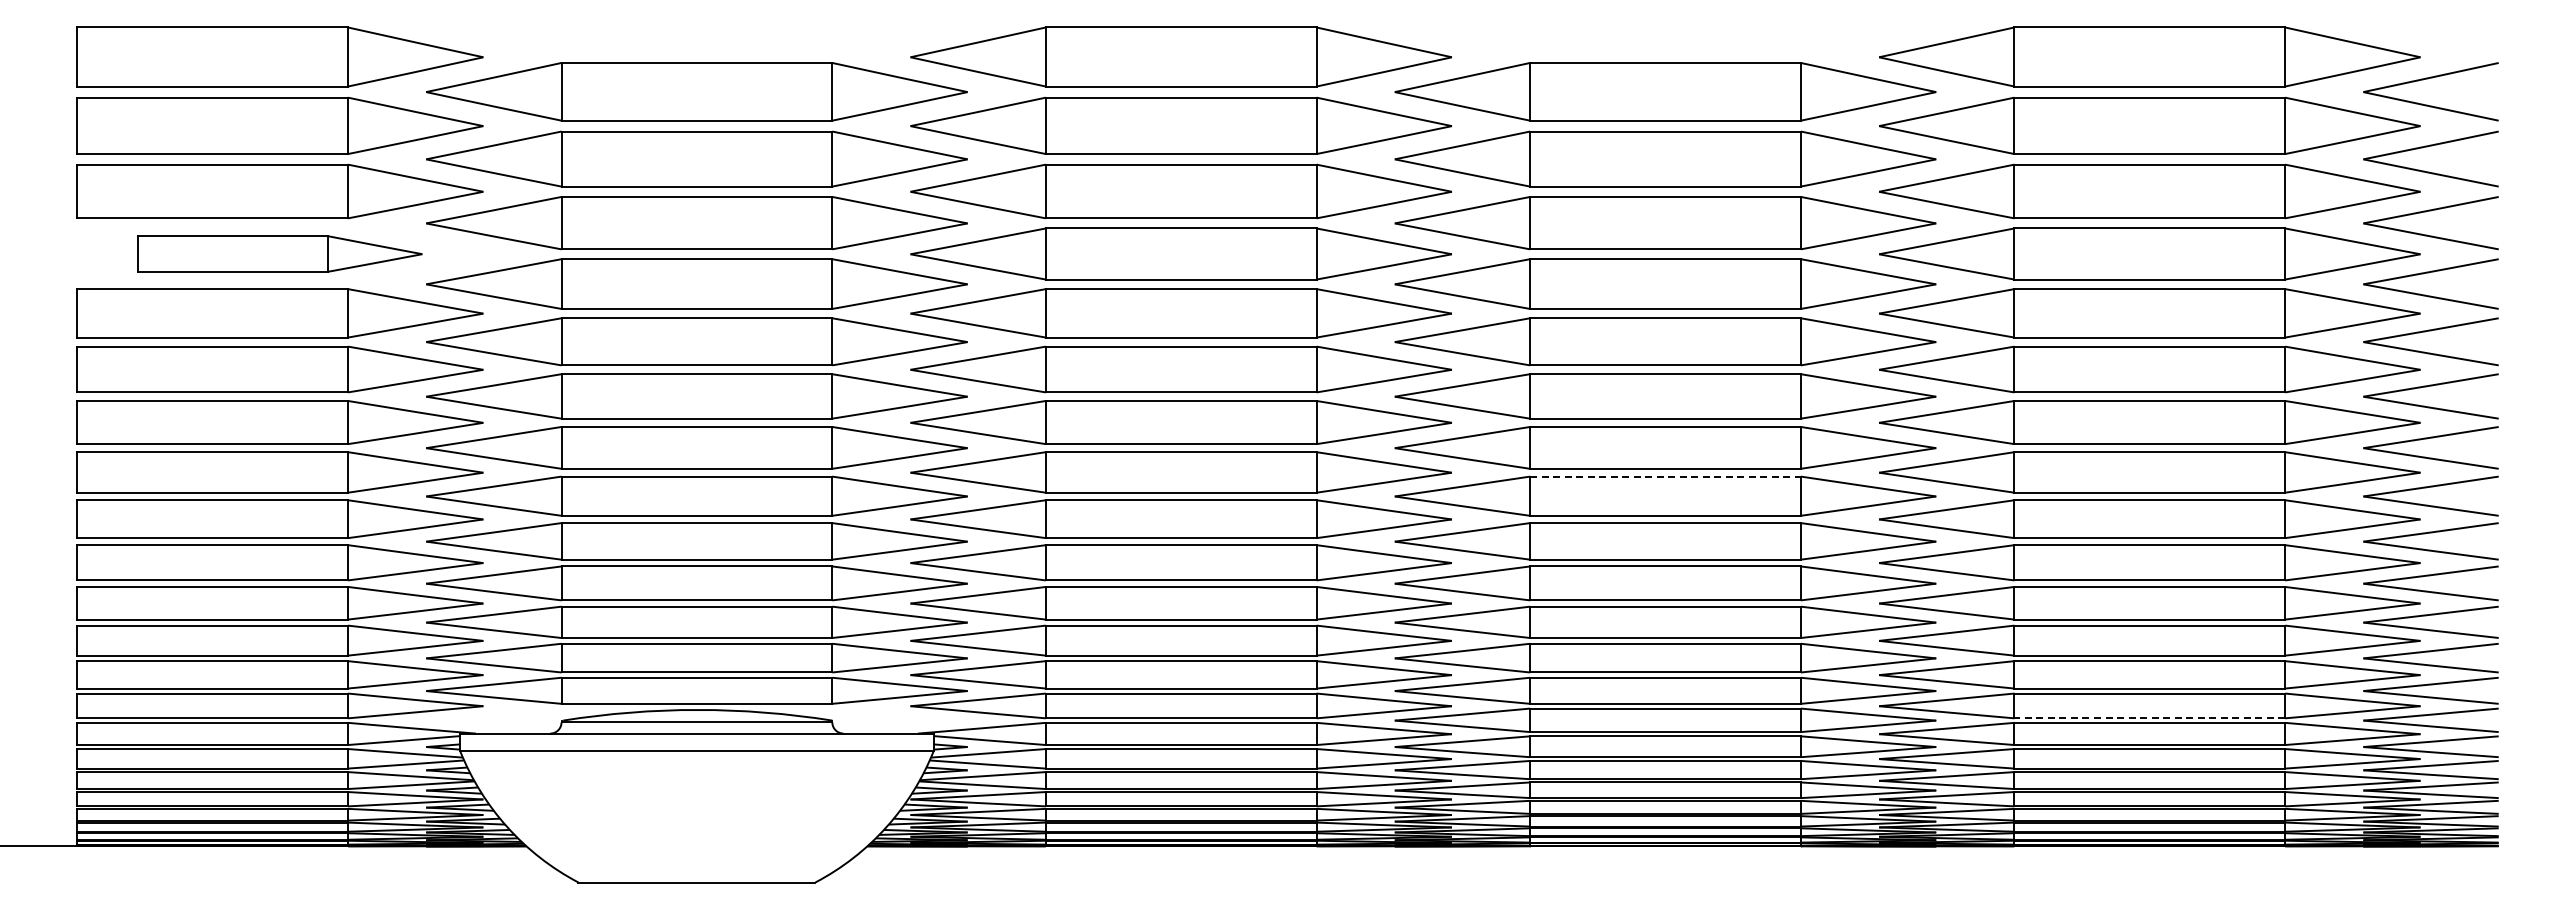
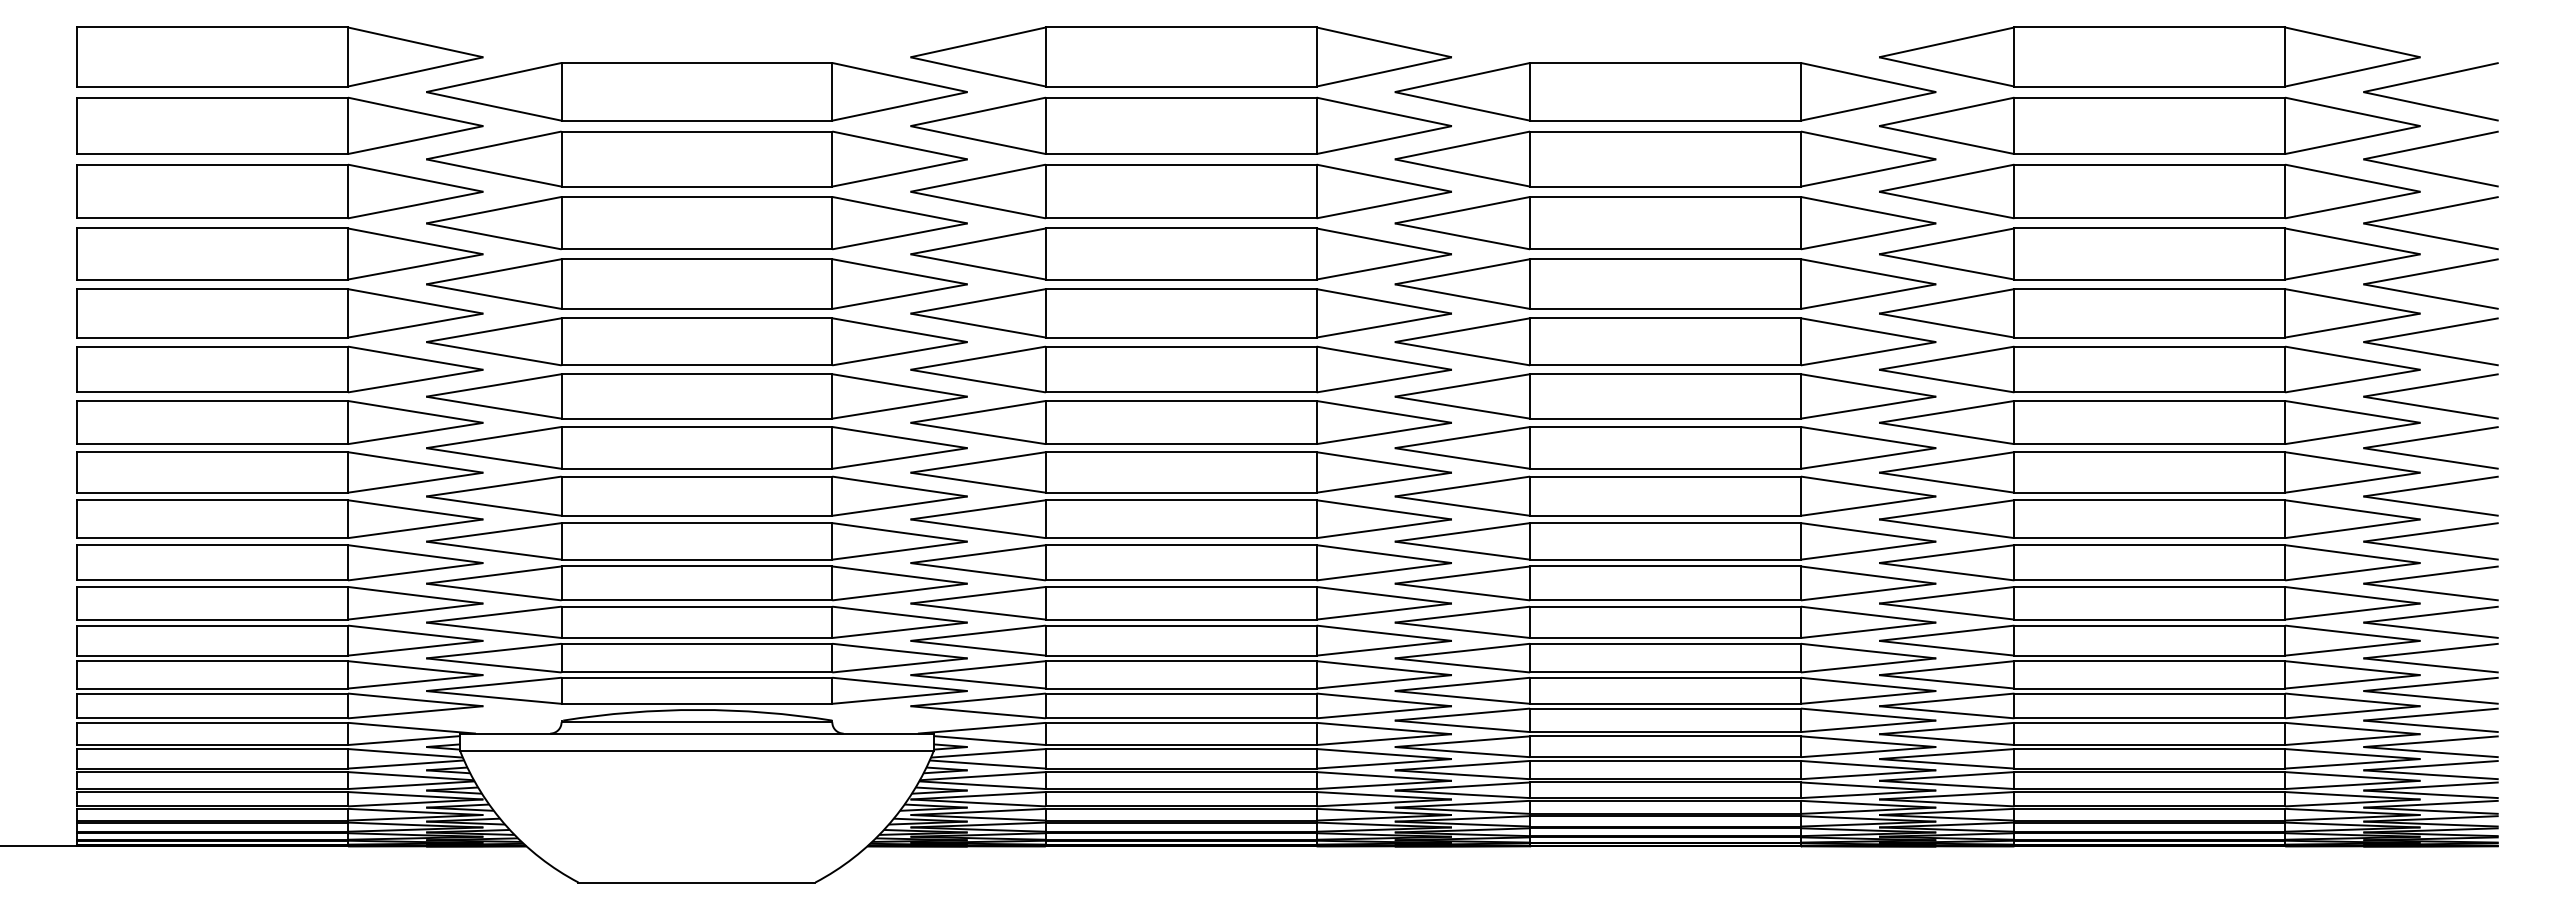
part at (279, 253) size: 286x38 px -> 408x54 px
line at (1666, 476): dashed -> solid
line at (2149, 718): dashed -> solid
